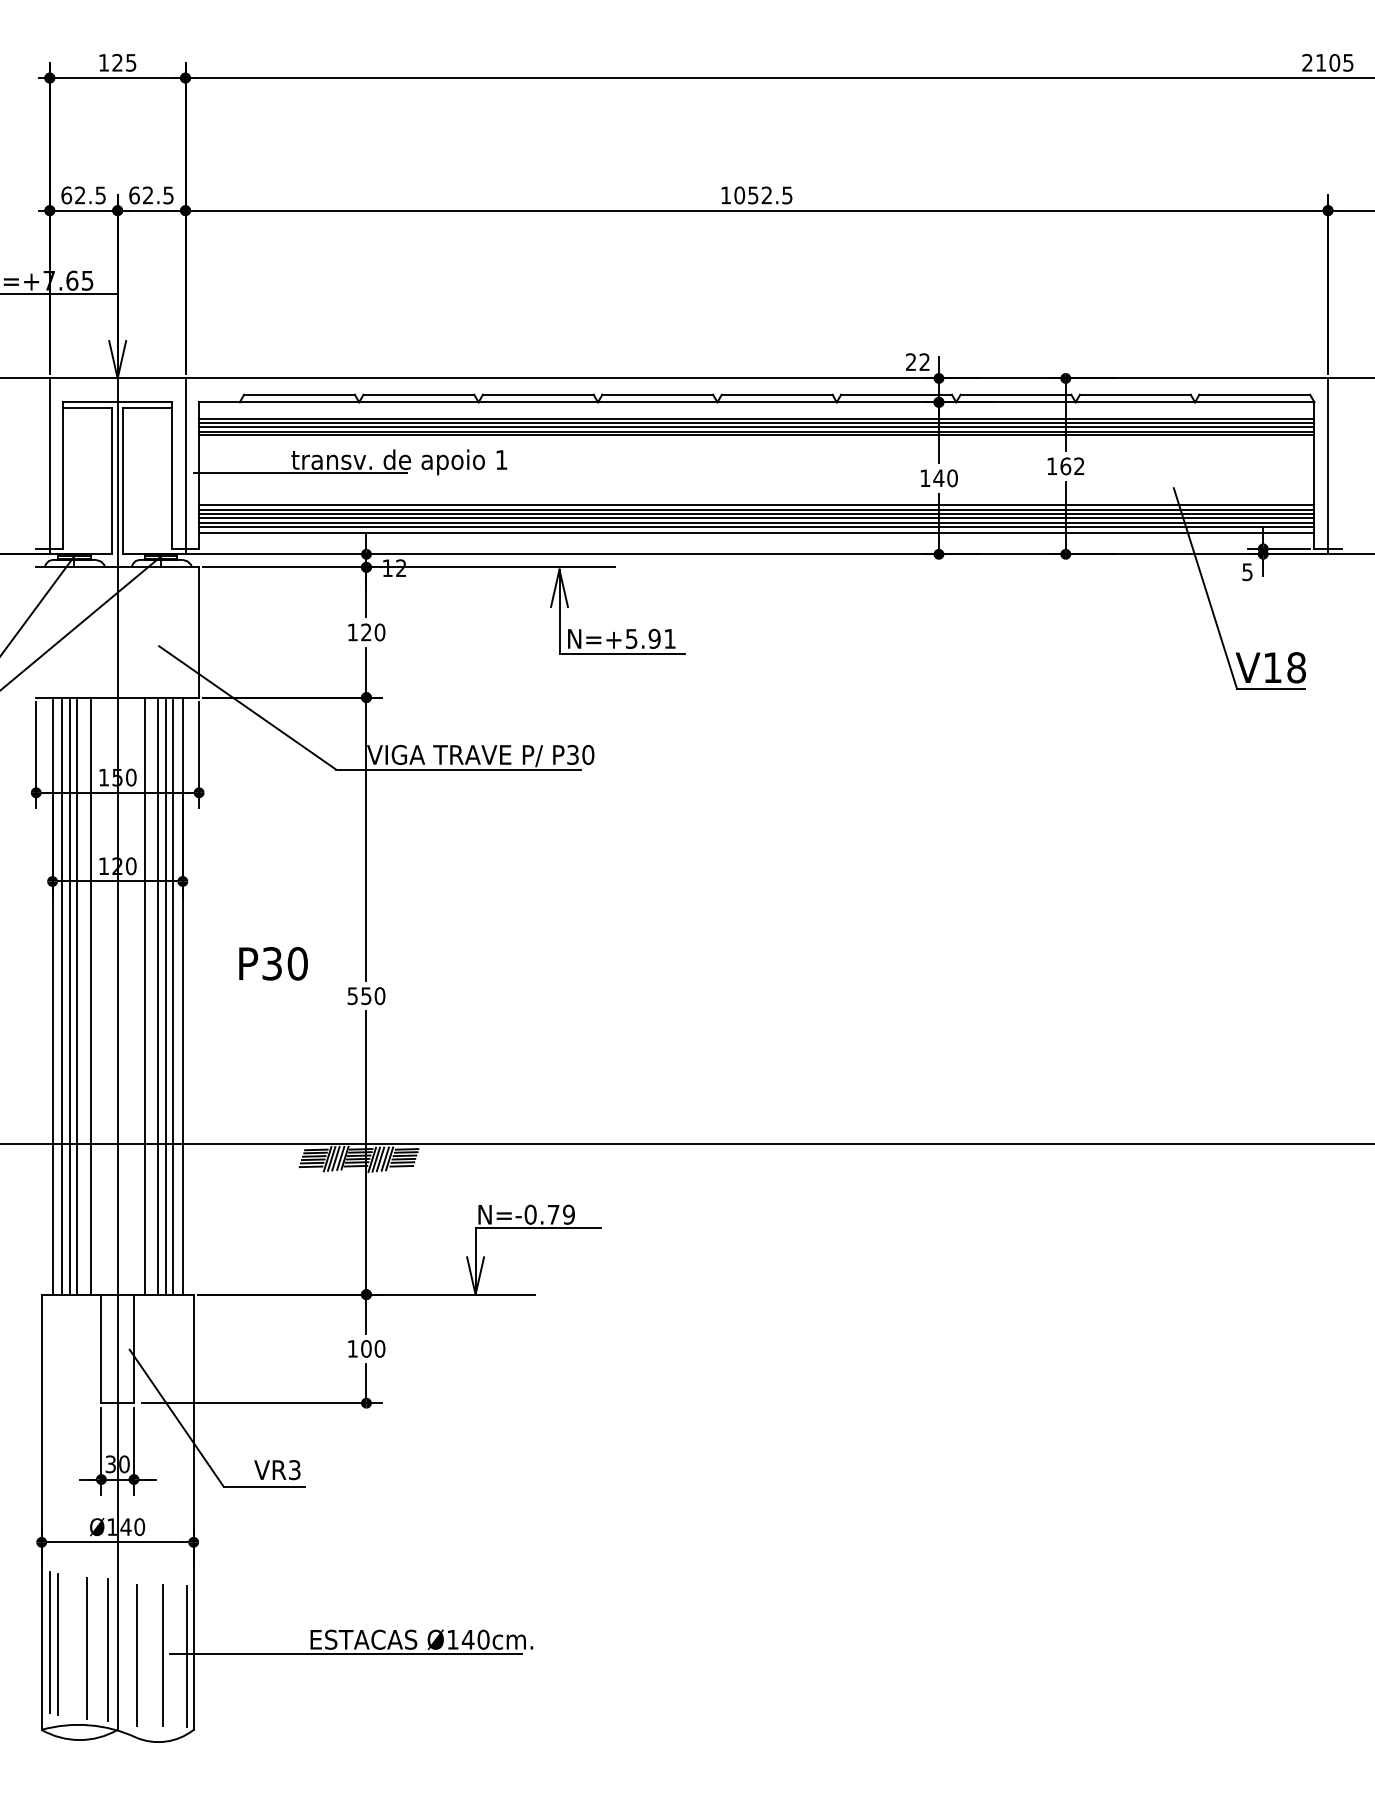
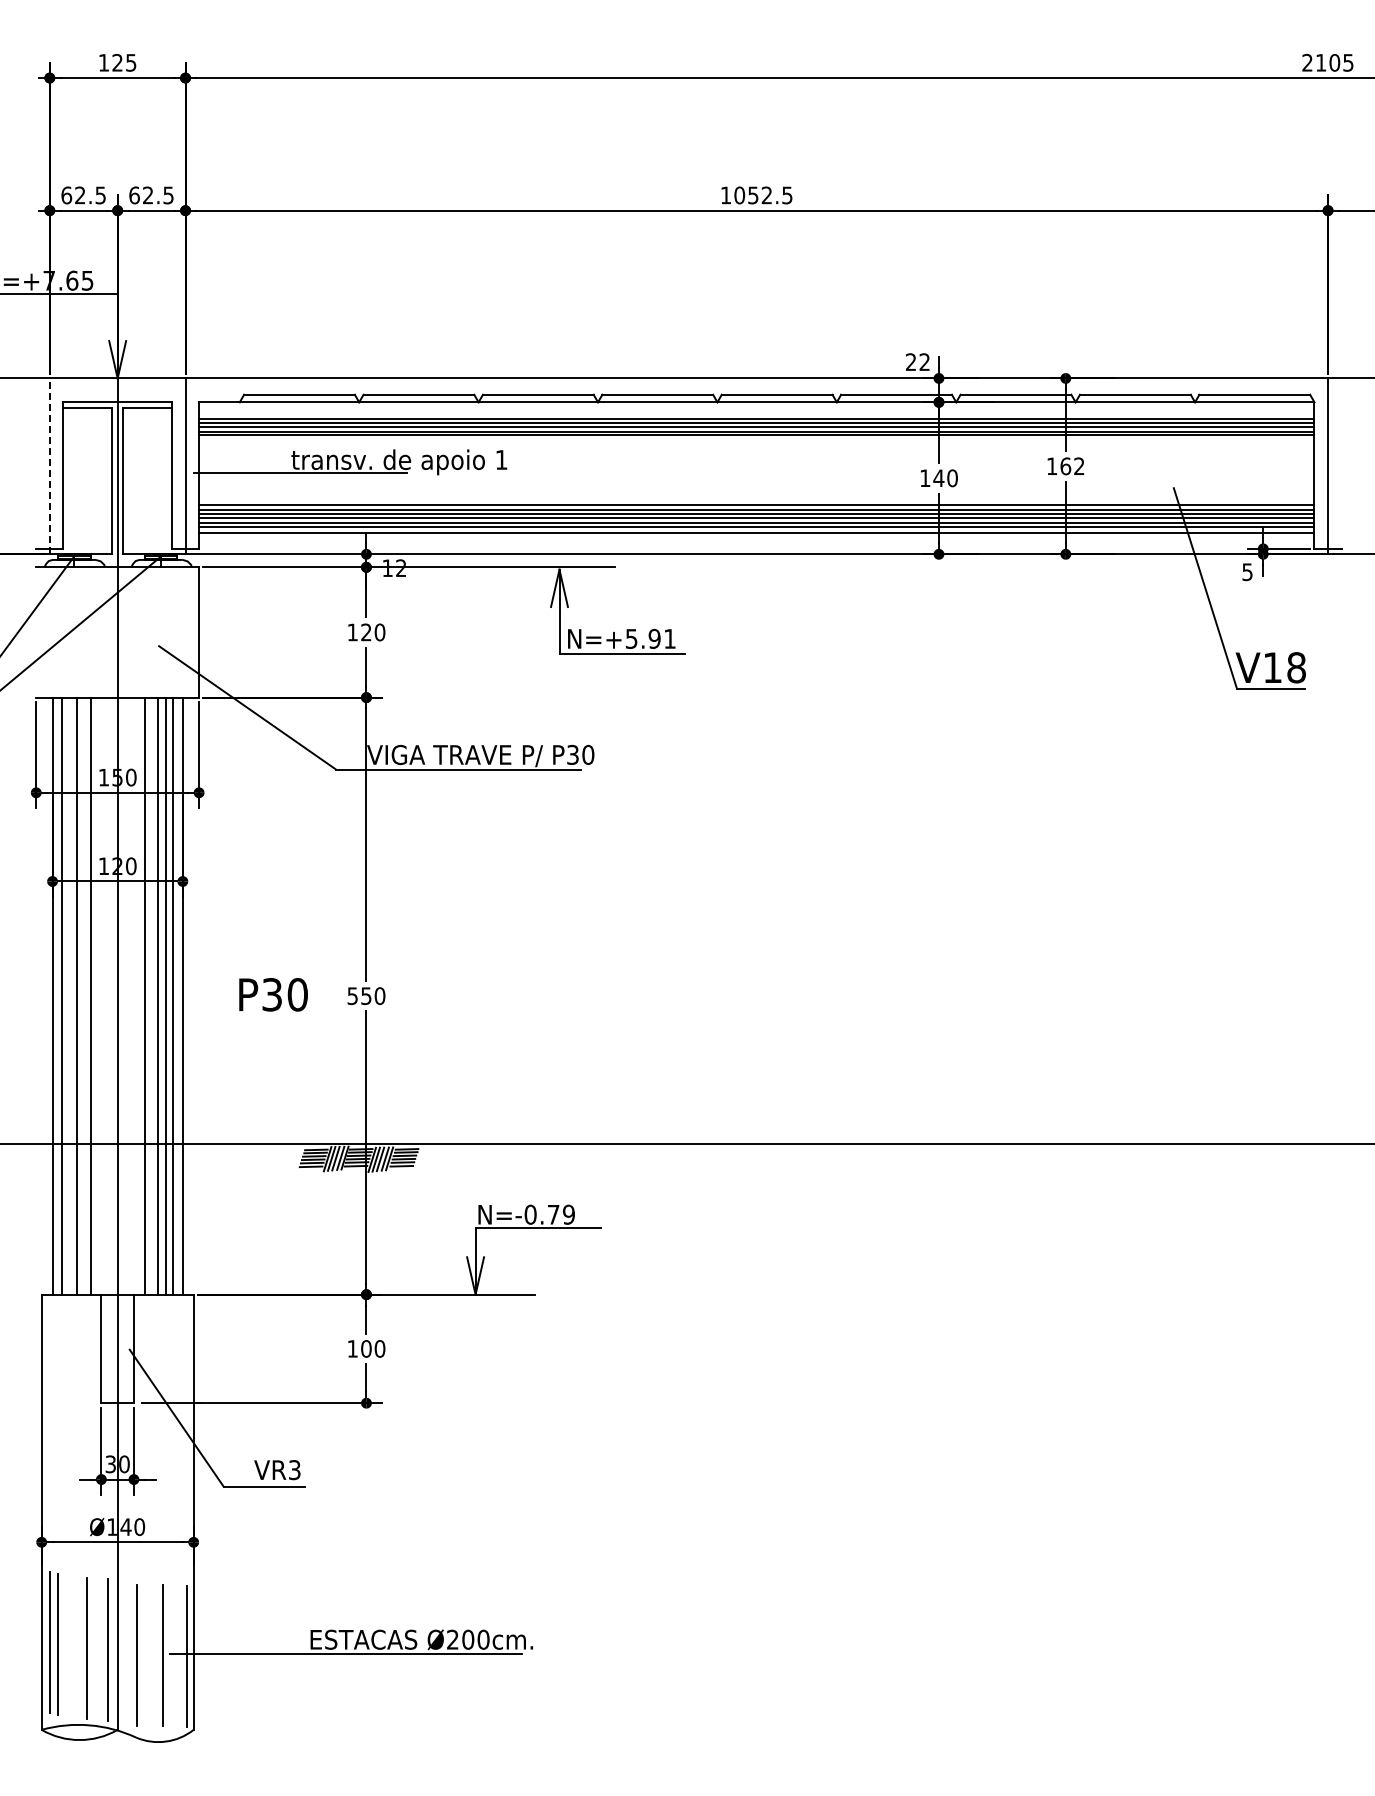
line at (49, 466): solid -> dashed
text at (273, 963) position: (273, 963) -> (273, 994)
line at (70, 995): present -> none
text at (460, 1639): Ø140cm. -> Ø200cm.
